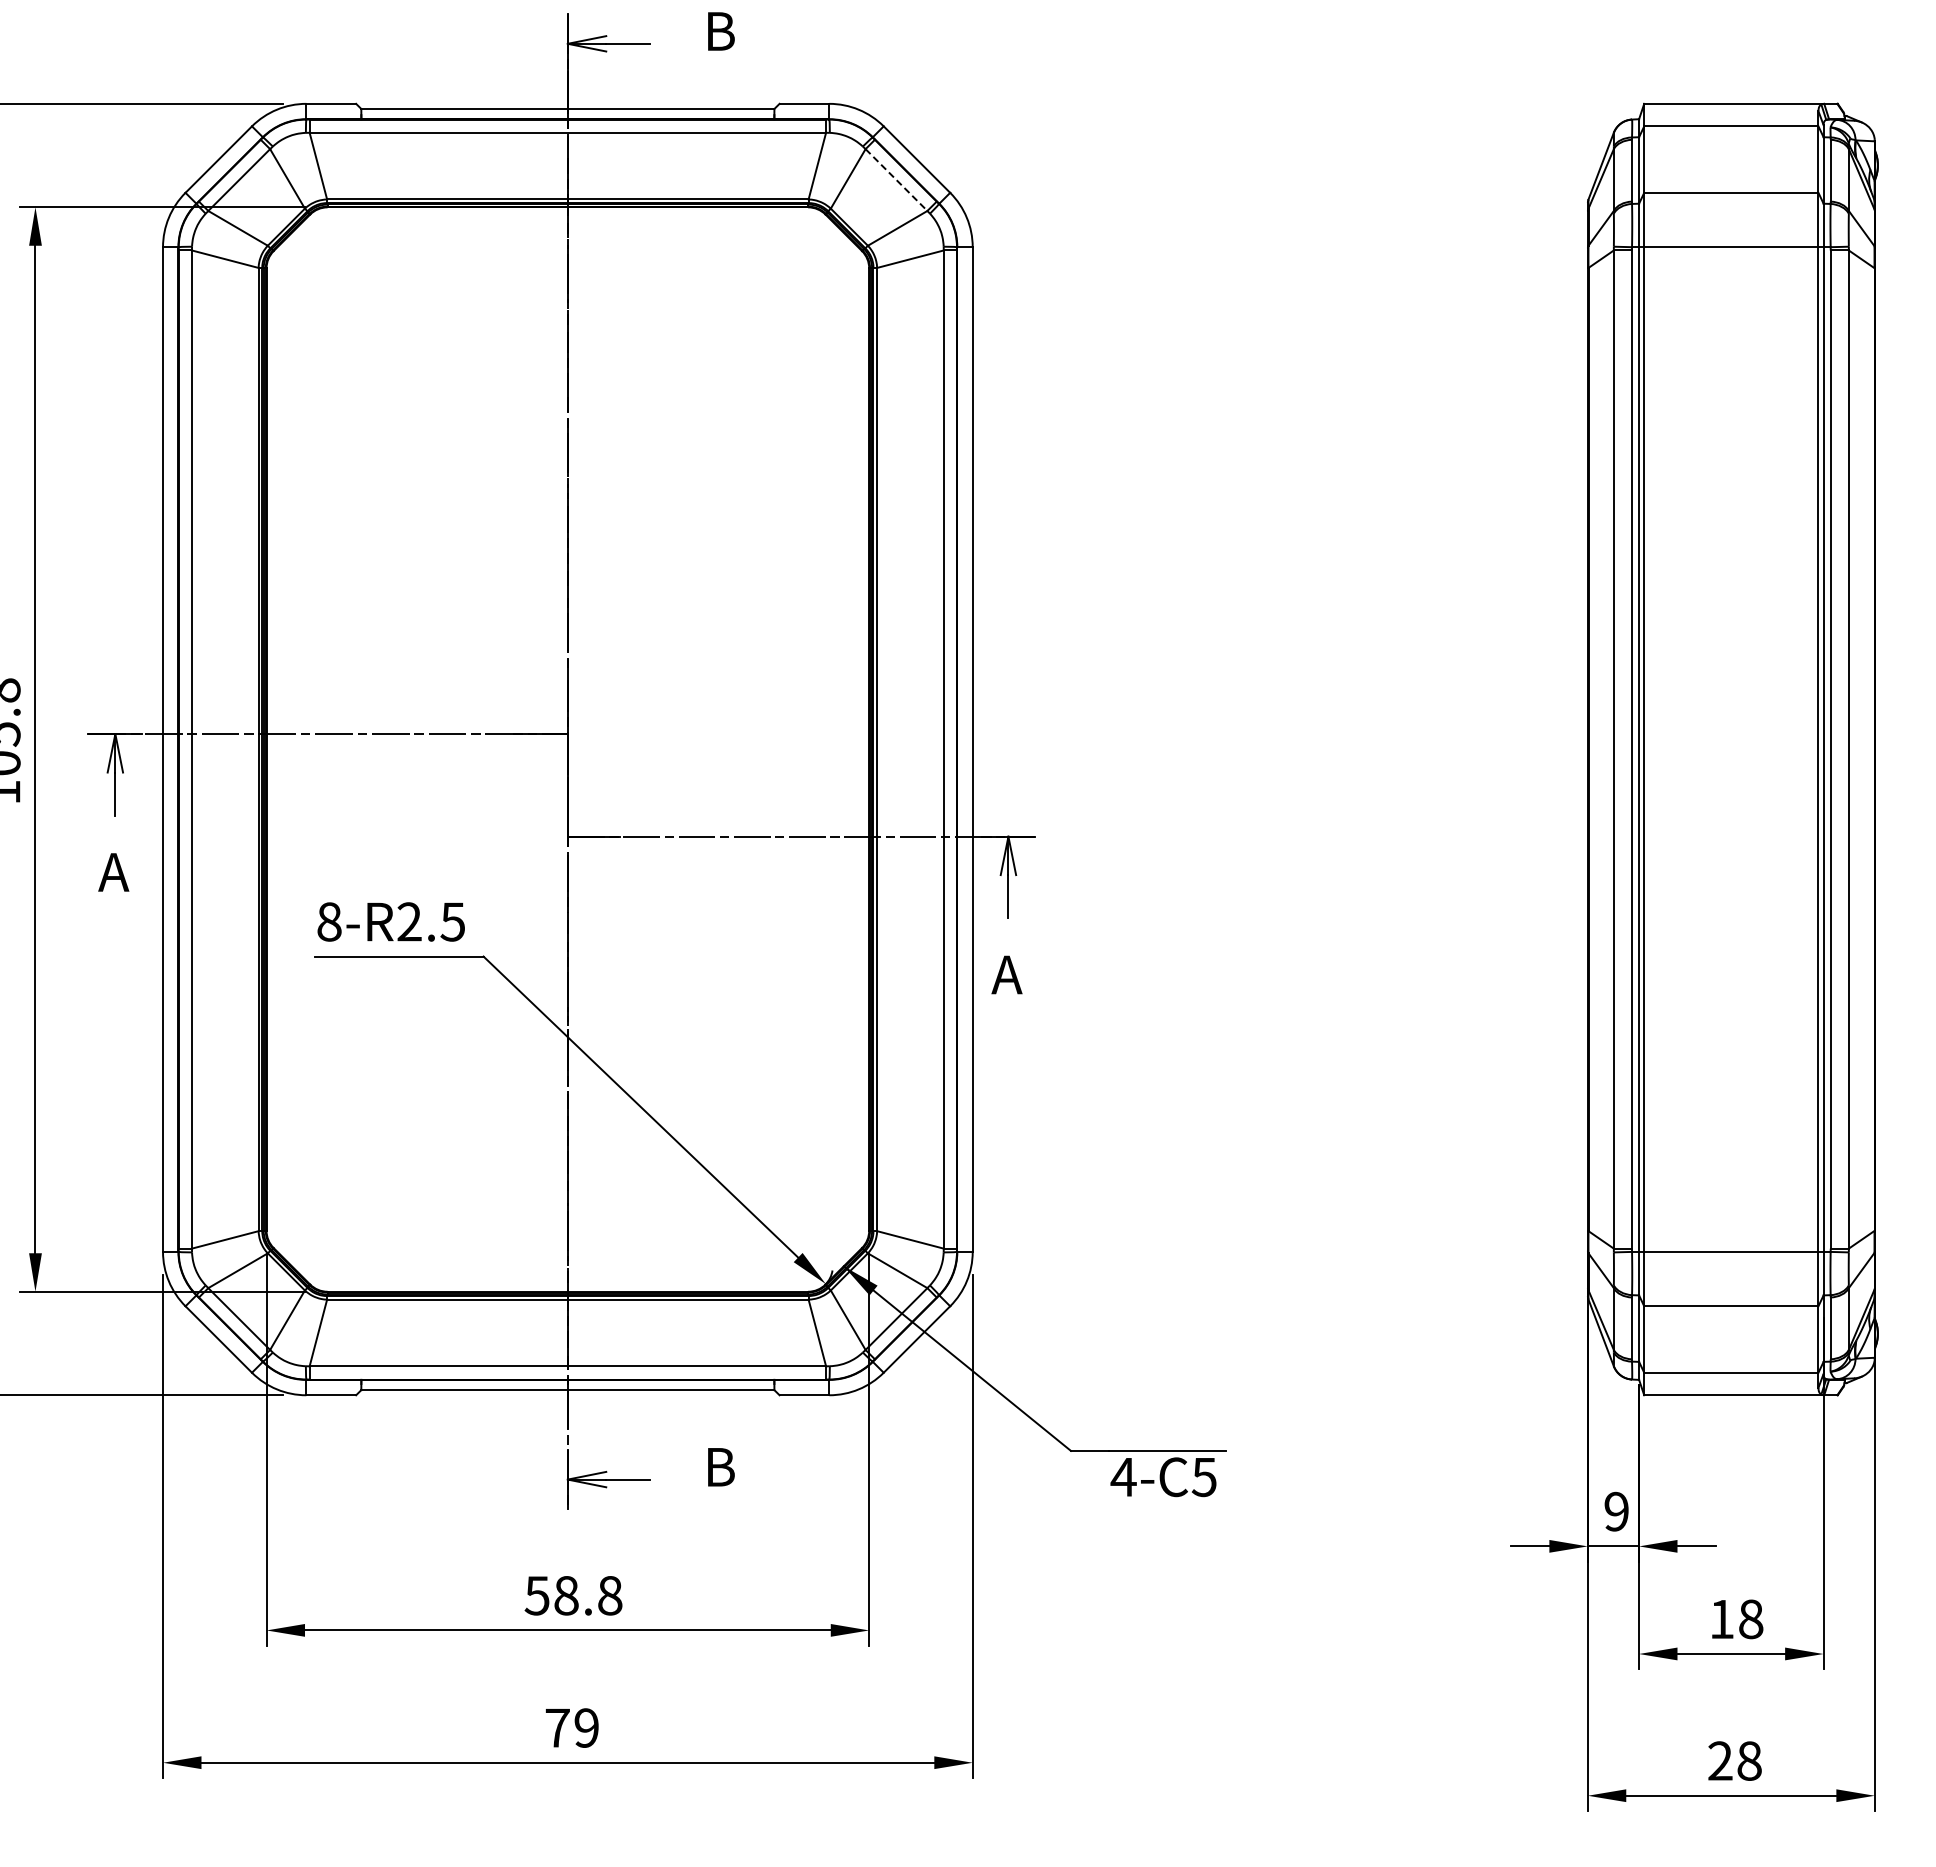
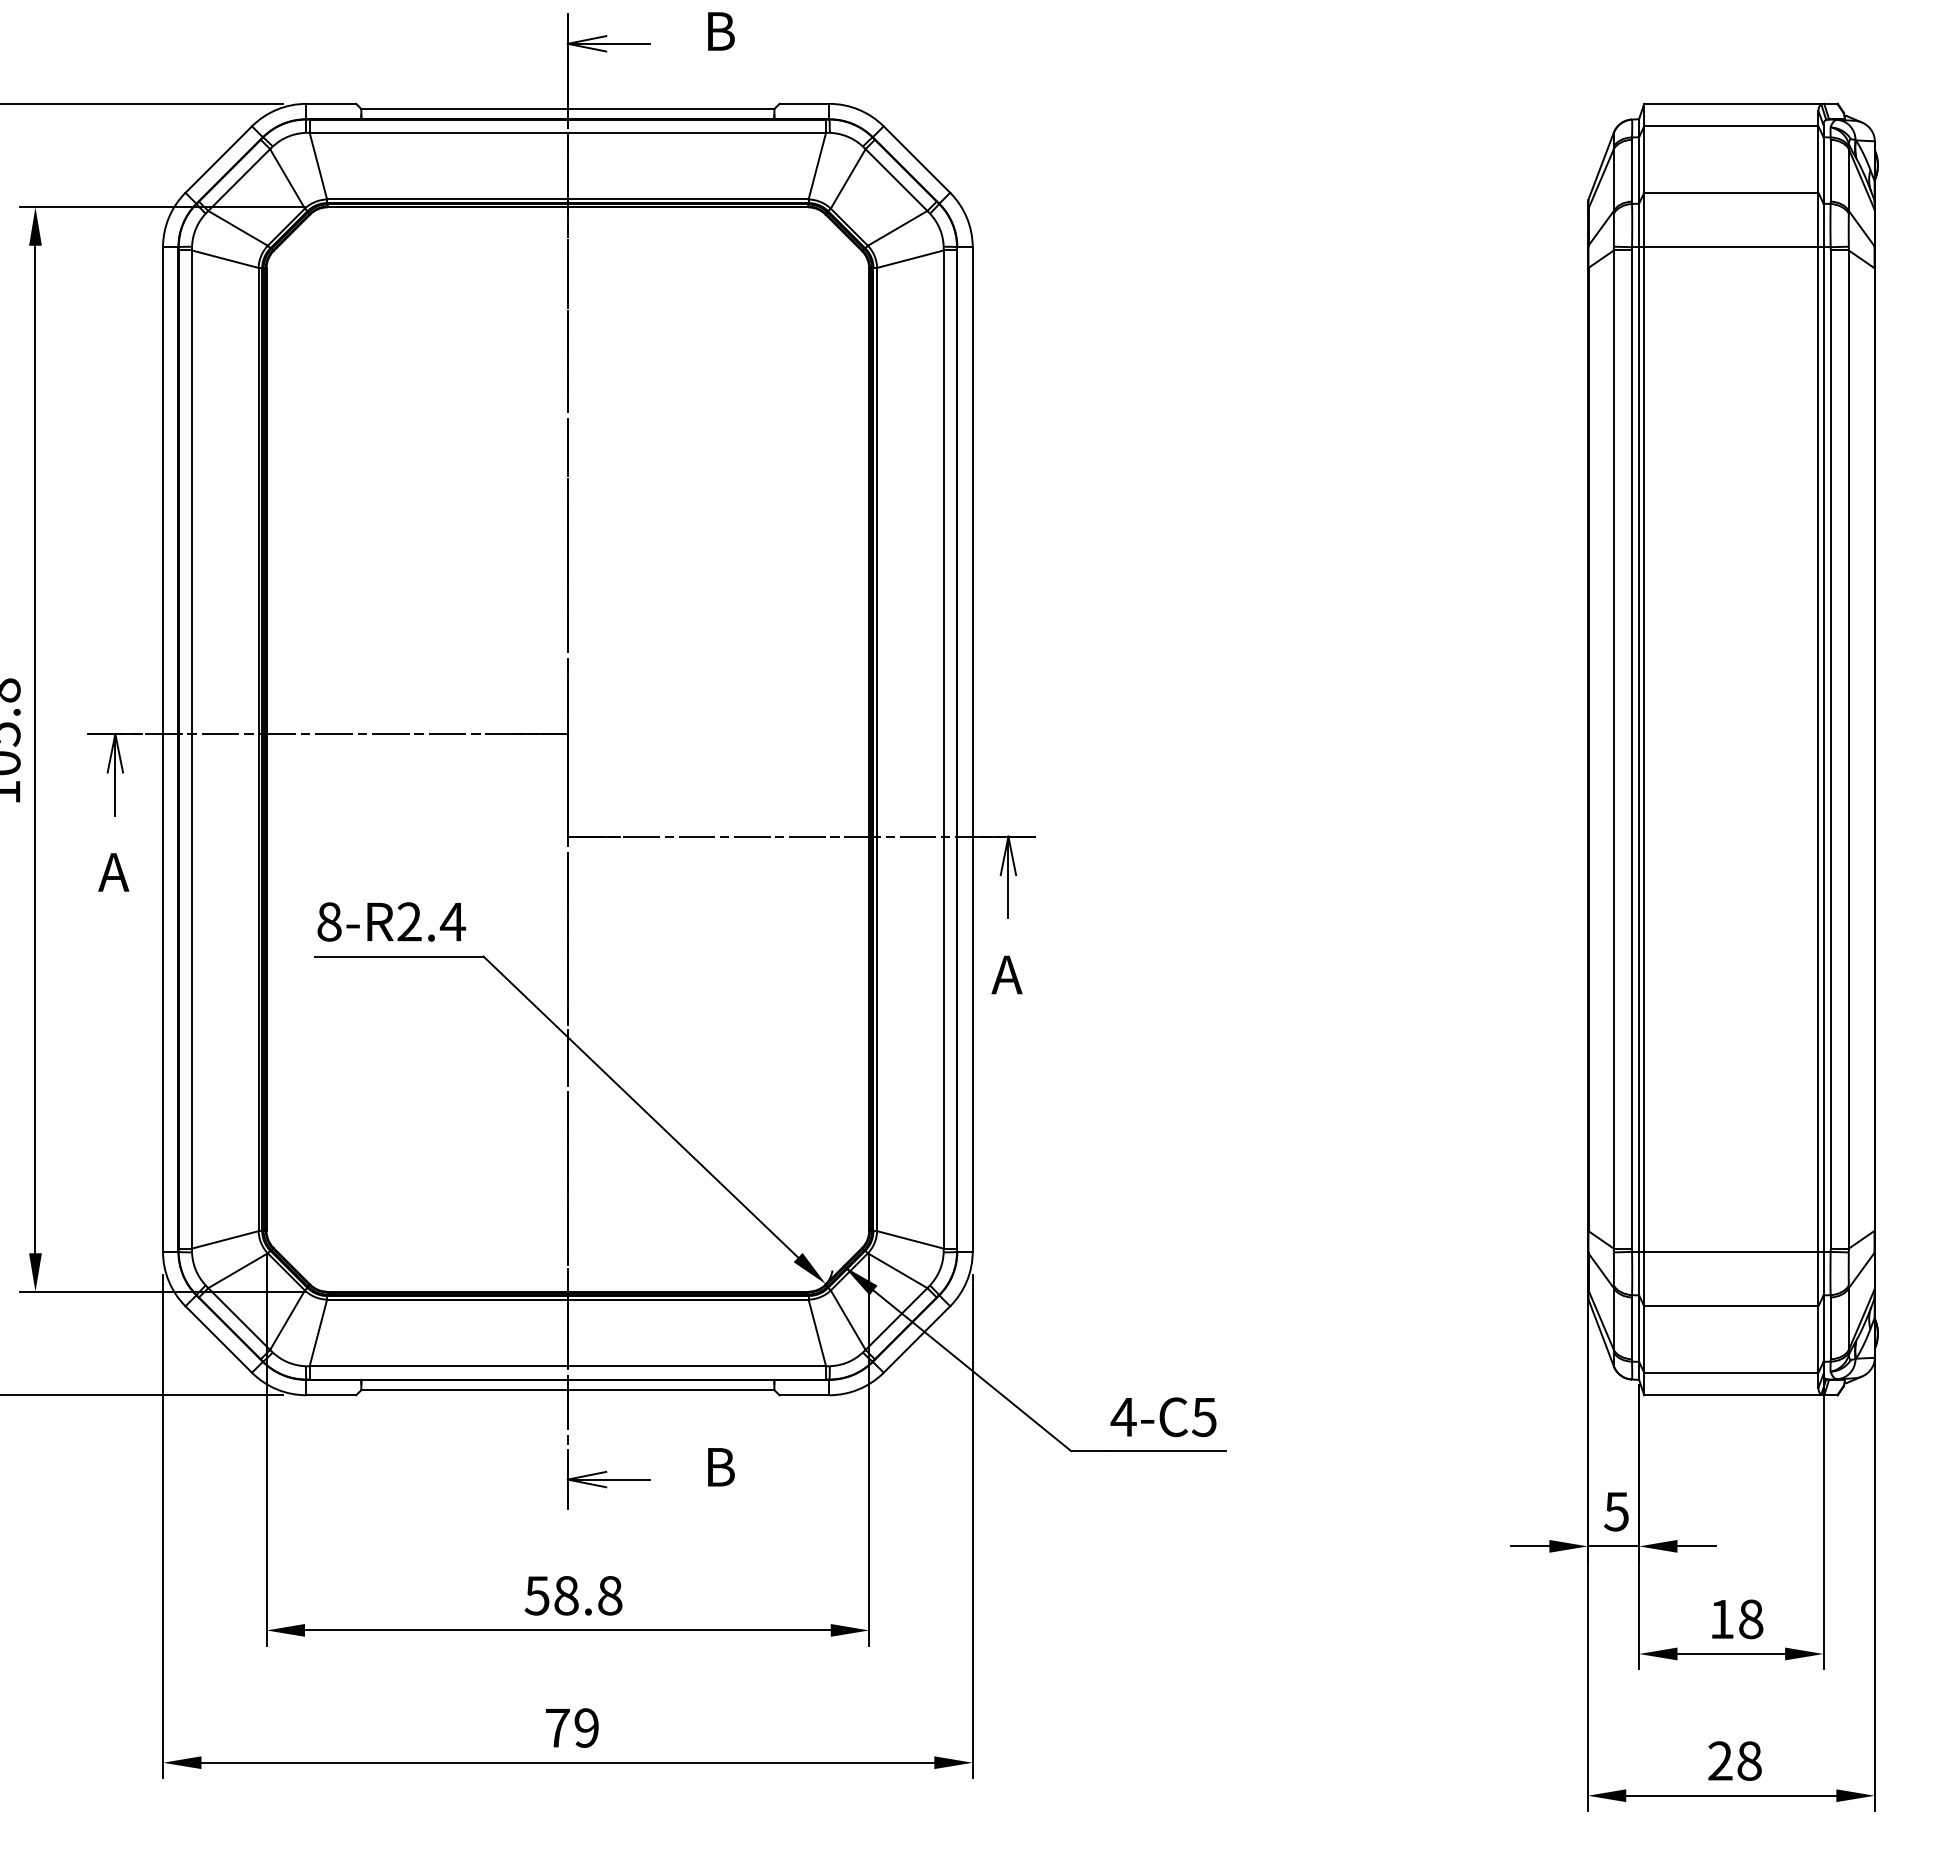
line at (896, 180): dashed -> solid
text at (452, 921): 8-R2.5 -> 8-R2.4
text at (1163, 1477) position: (1163, 1477) -> (1163, 1417)
text at (1616, 1511): 9 -> 5
